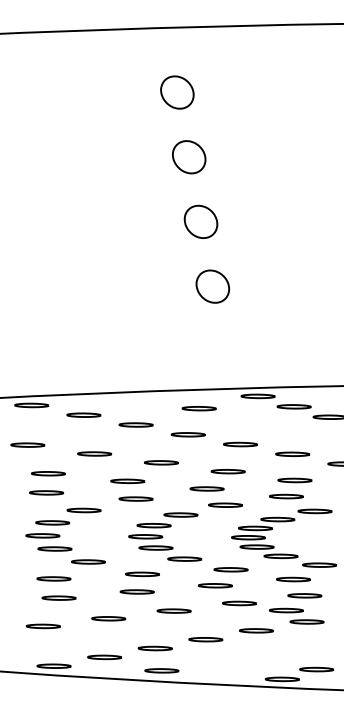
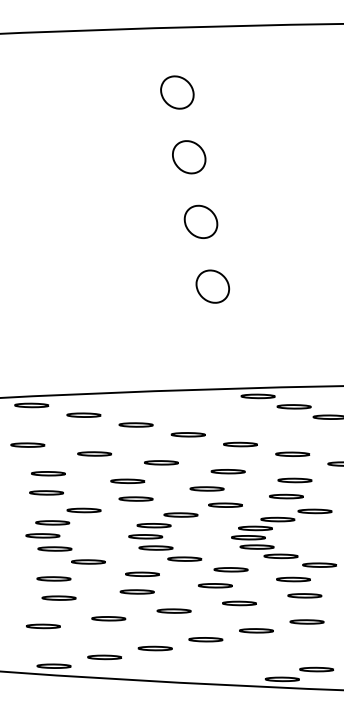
part at (198, 408): present -> none
part at (286, 610): present -> none
part at (161, 670): present -> none
